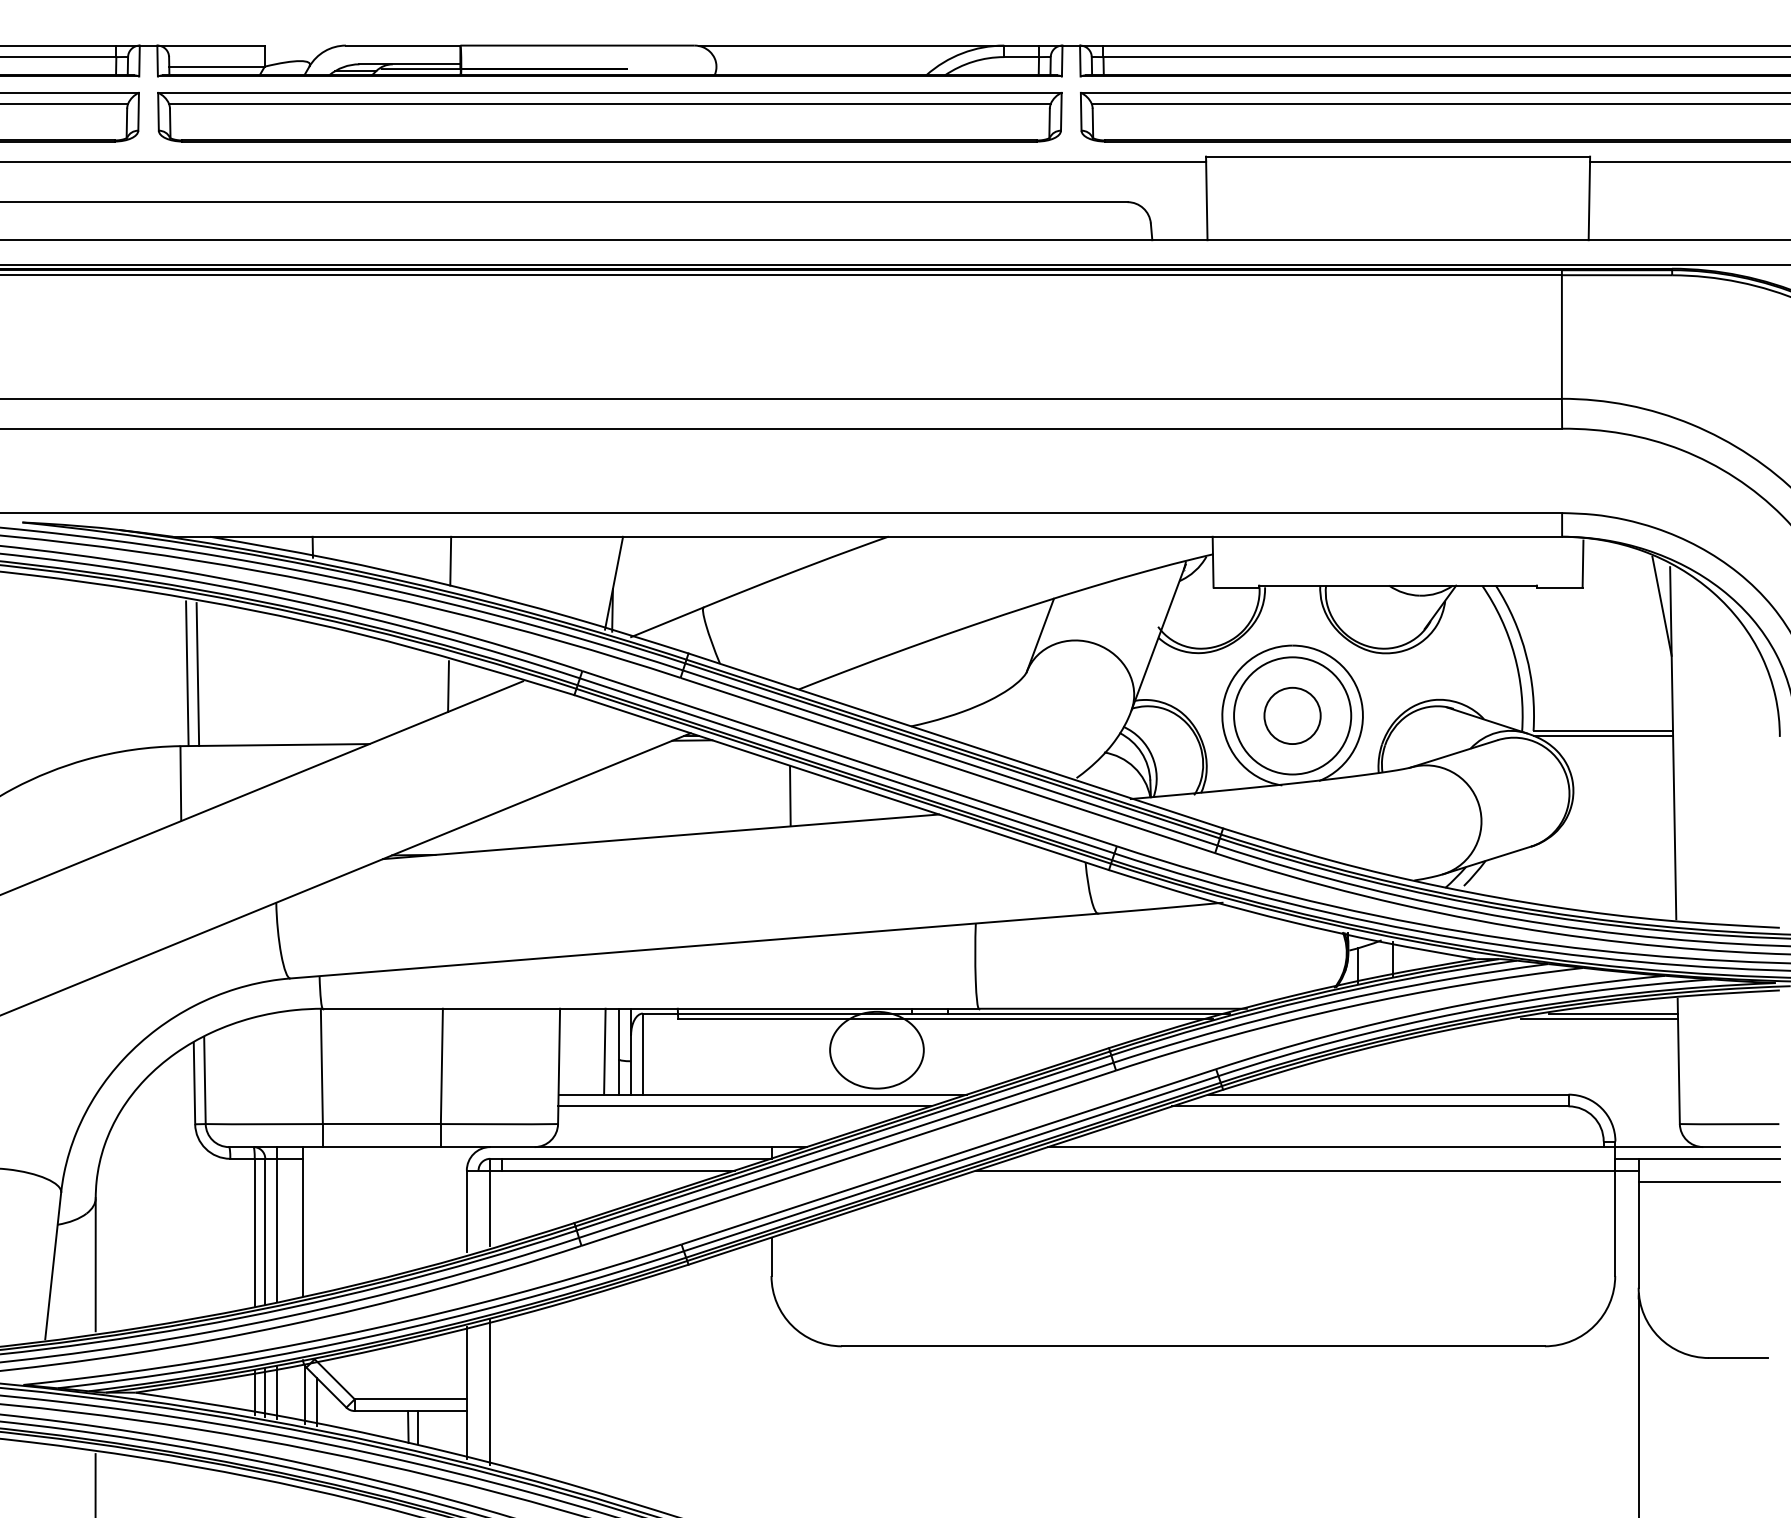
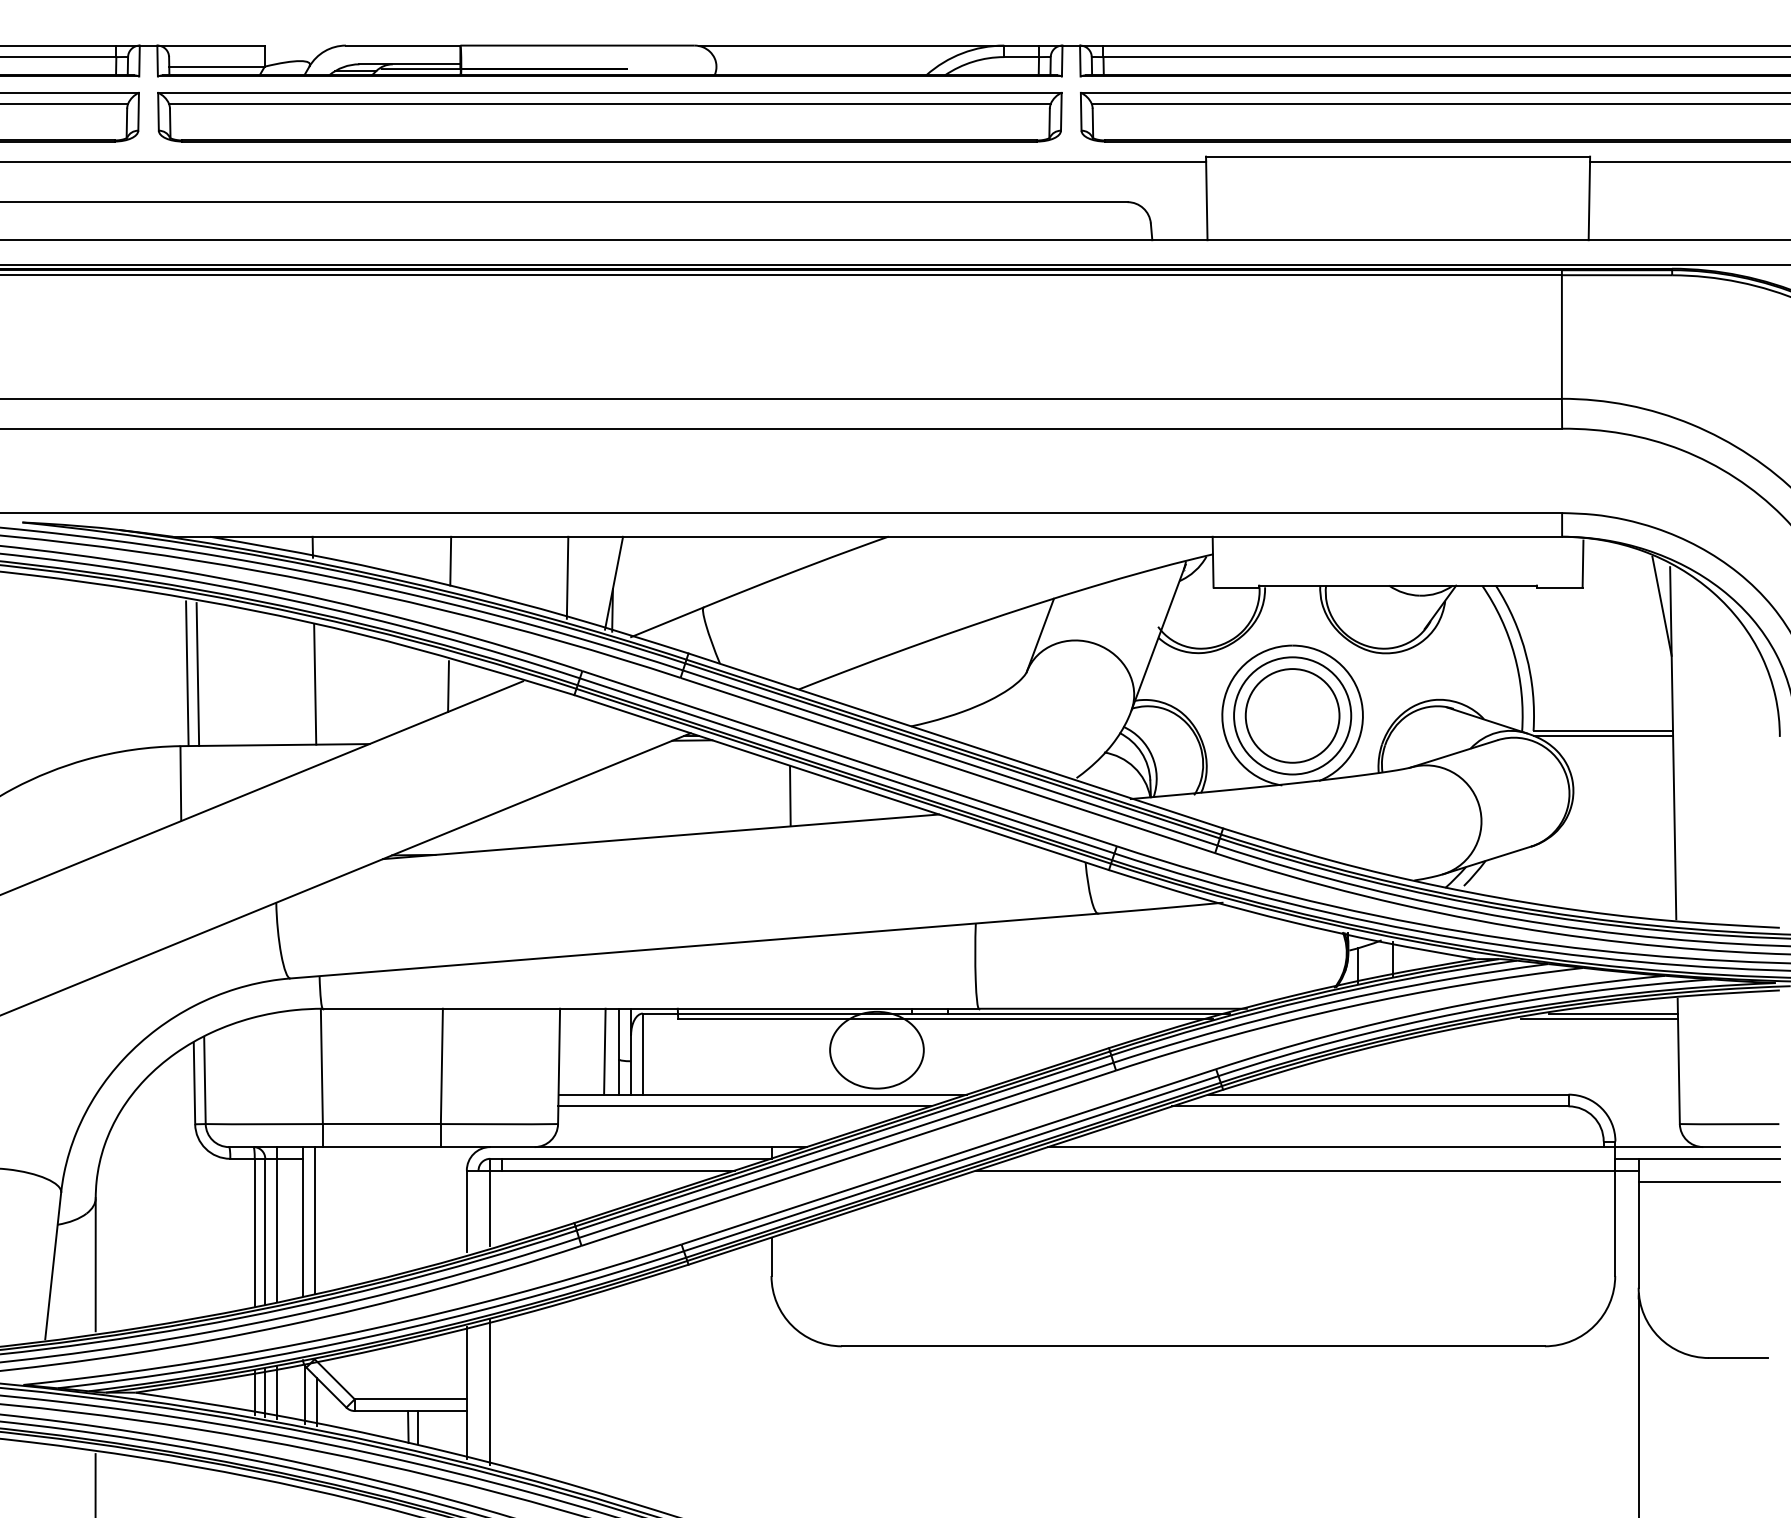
line at (567, 577): none -> present
line at (315, 684): none -> present
circle at (1292, 715) size: 59x59 px -> 97x96 px
line at (314, 1220): none -> present
